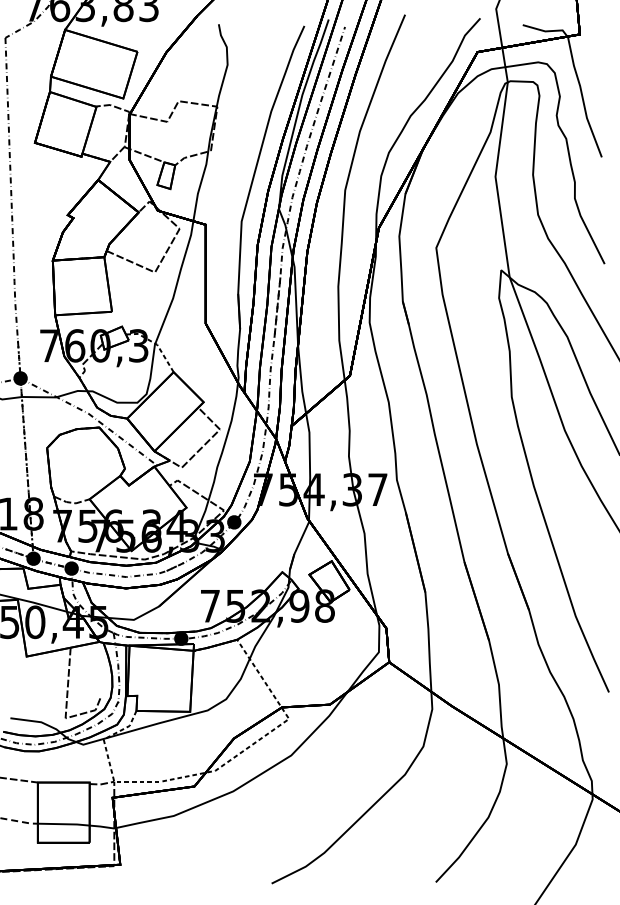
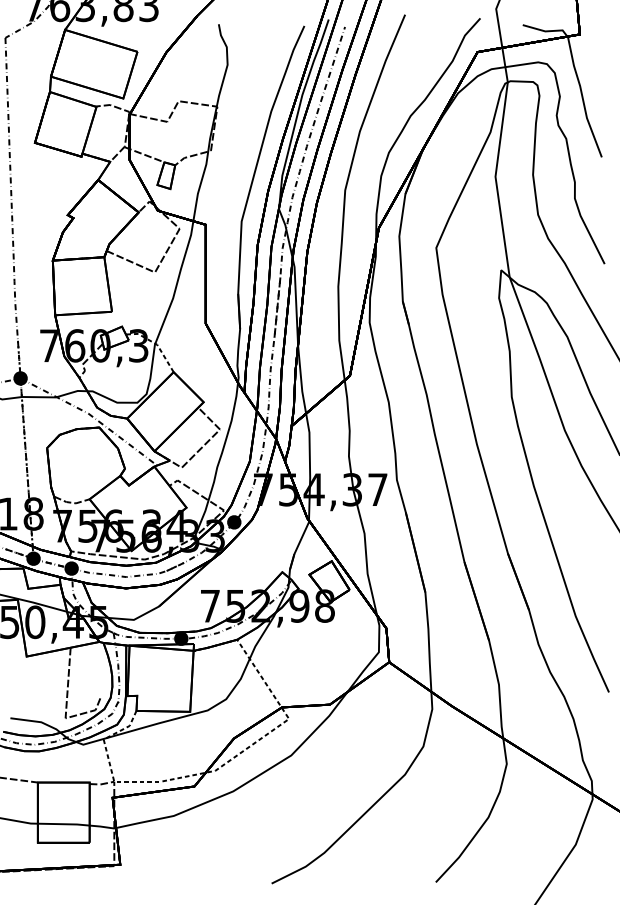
line at (19, 821): dashed -> solid
